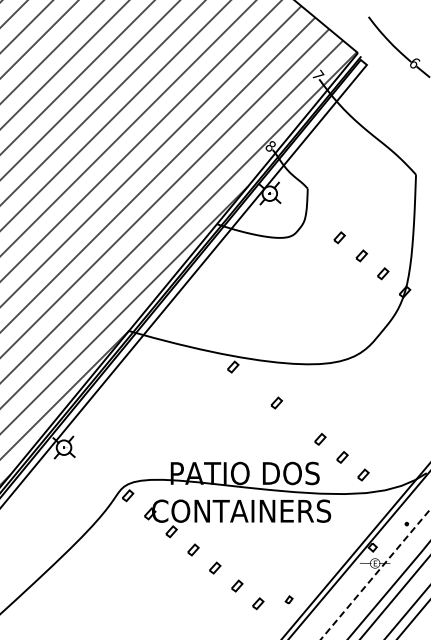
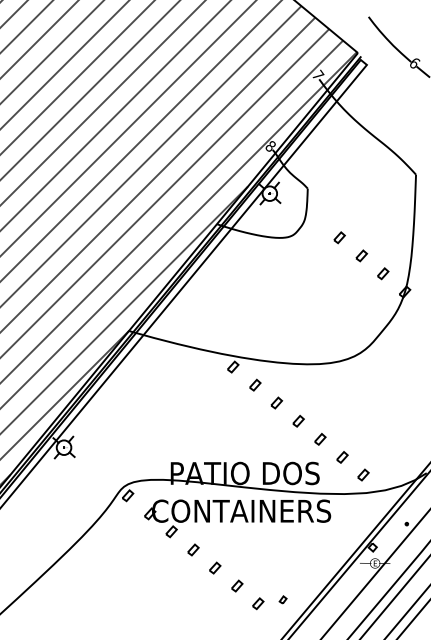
part at (255, 384): none -> present
part at (298, 420): none -> present
line at (375, 574): dashed -> solid
part at (288, 599) position: (288, 599) -> (282, 599)
